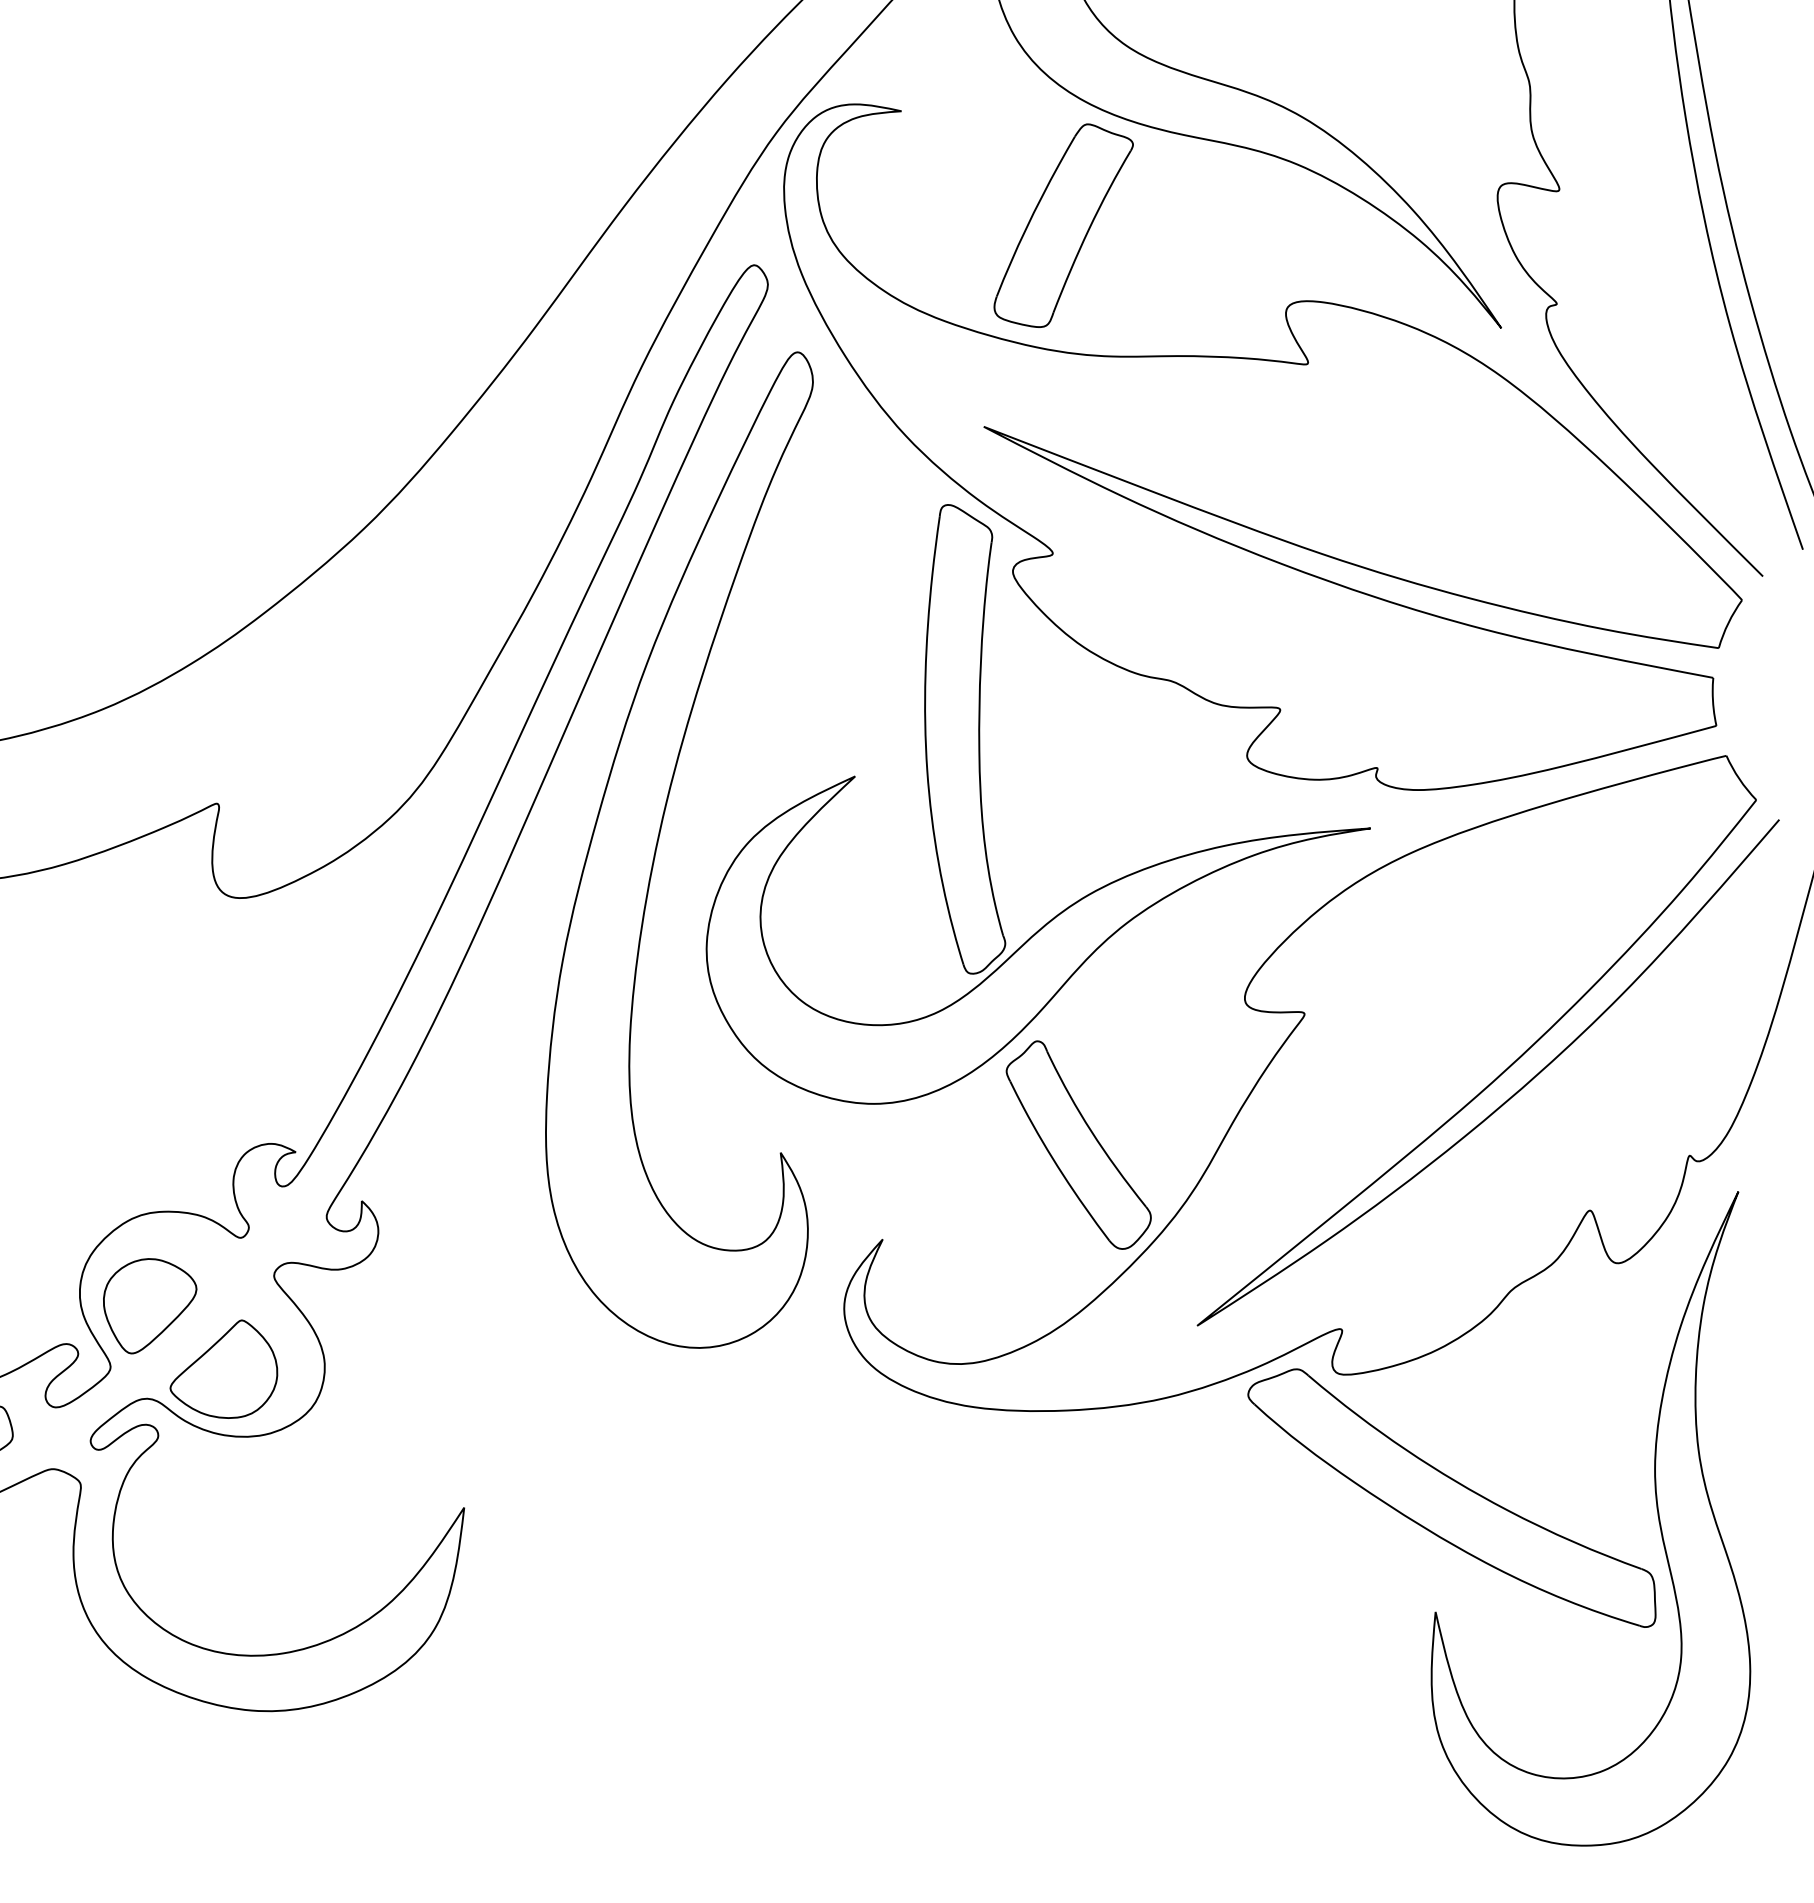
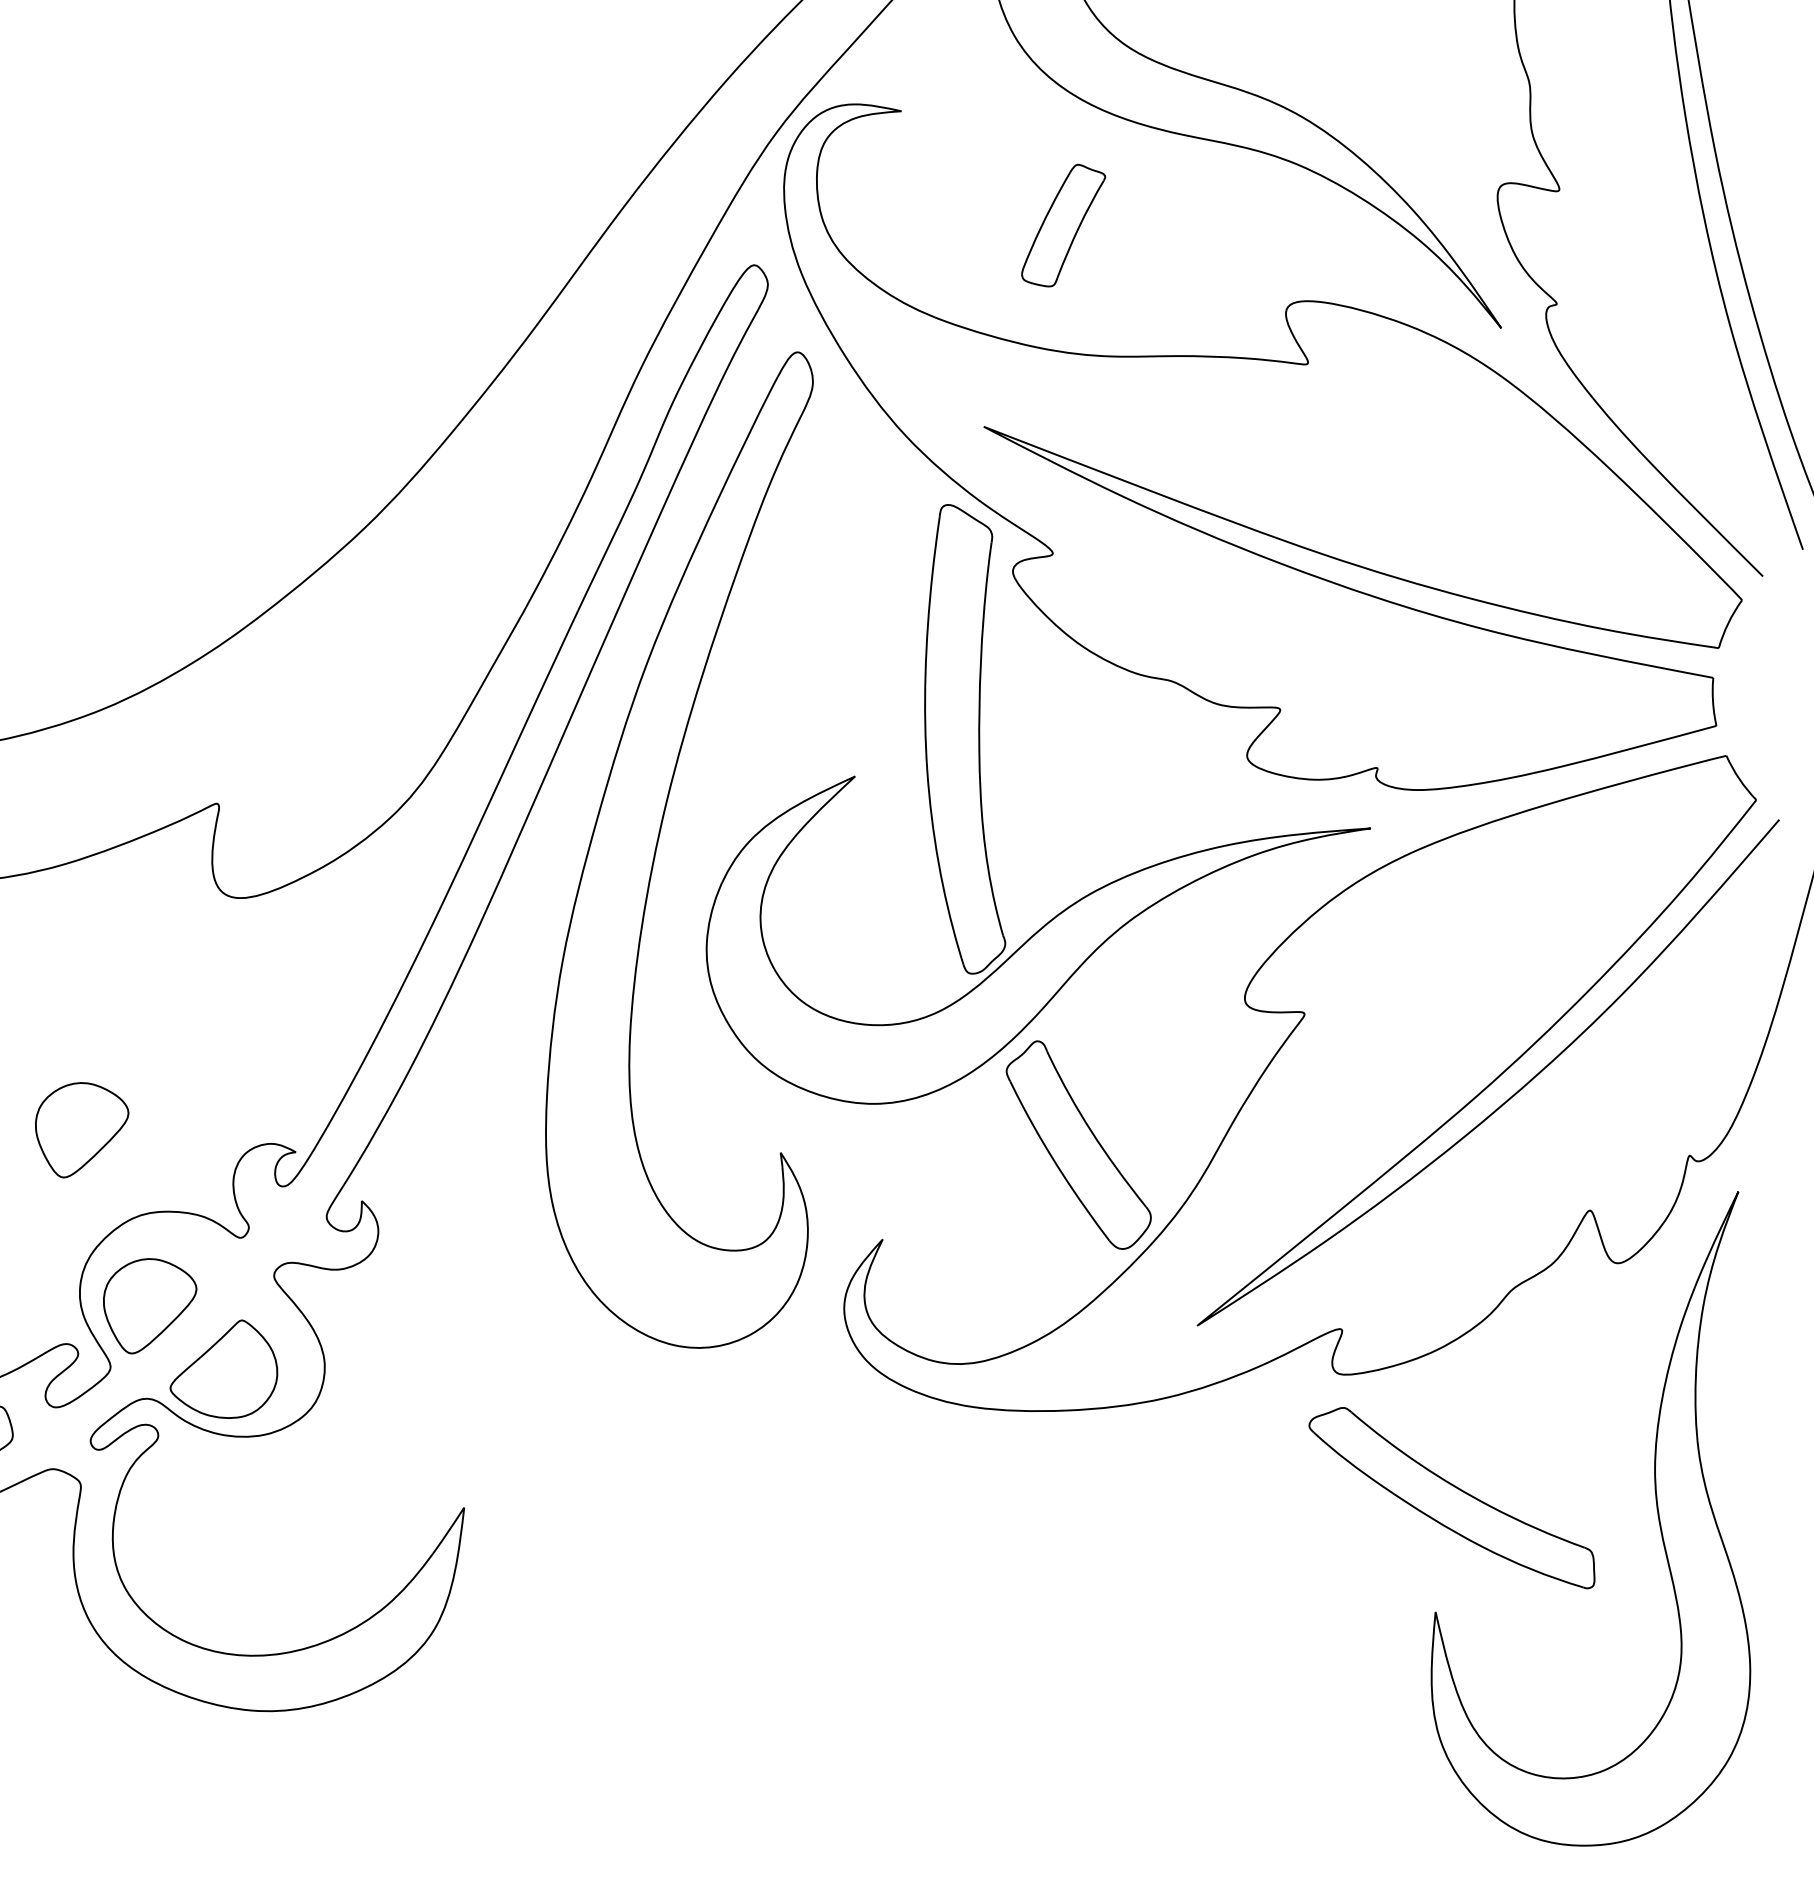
part at (1063, 225) size: 141x205 px -> 86x125 px
part at (82, 1130): none -> present
part at (1451, 1497) size: 410x260 px -> 288x183 px
